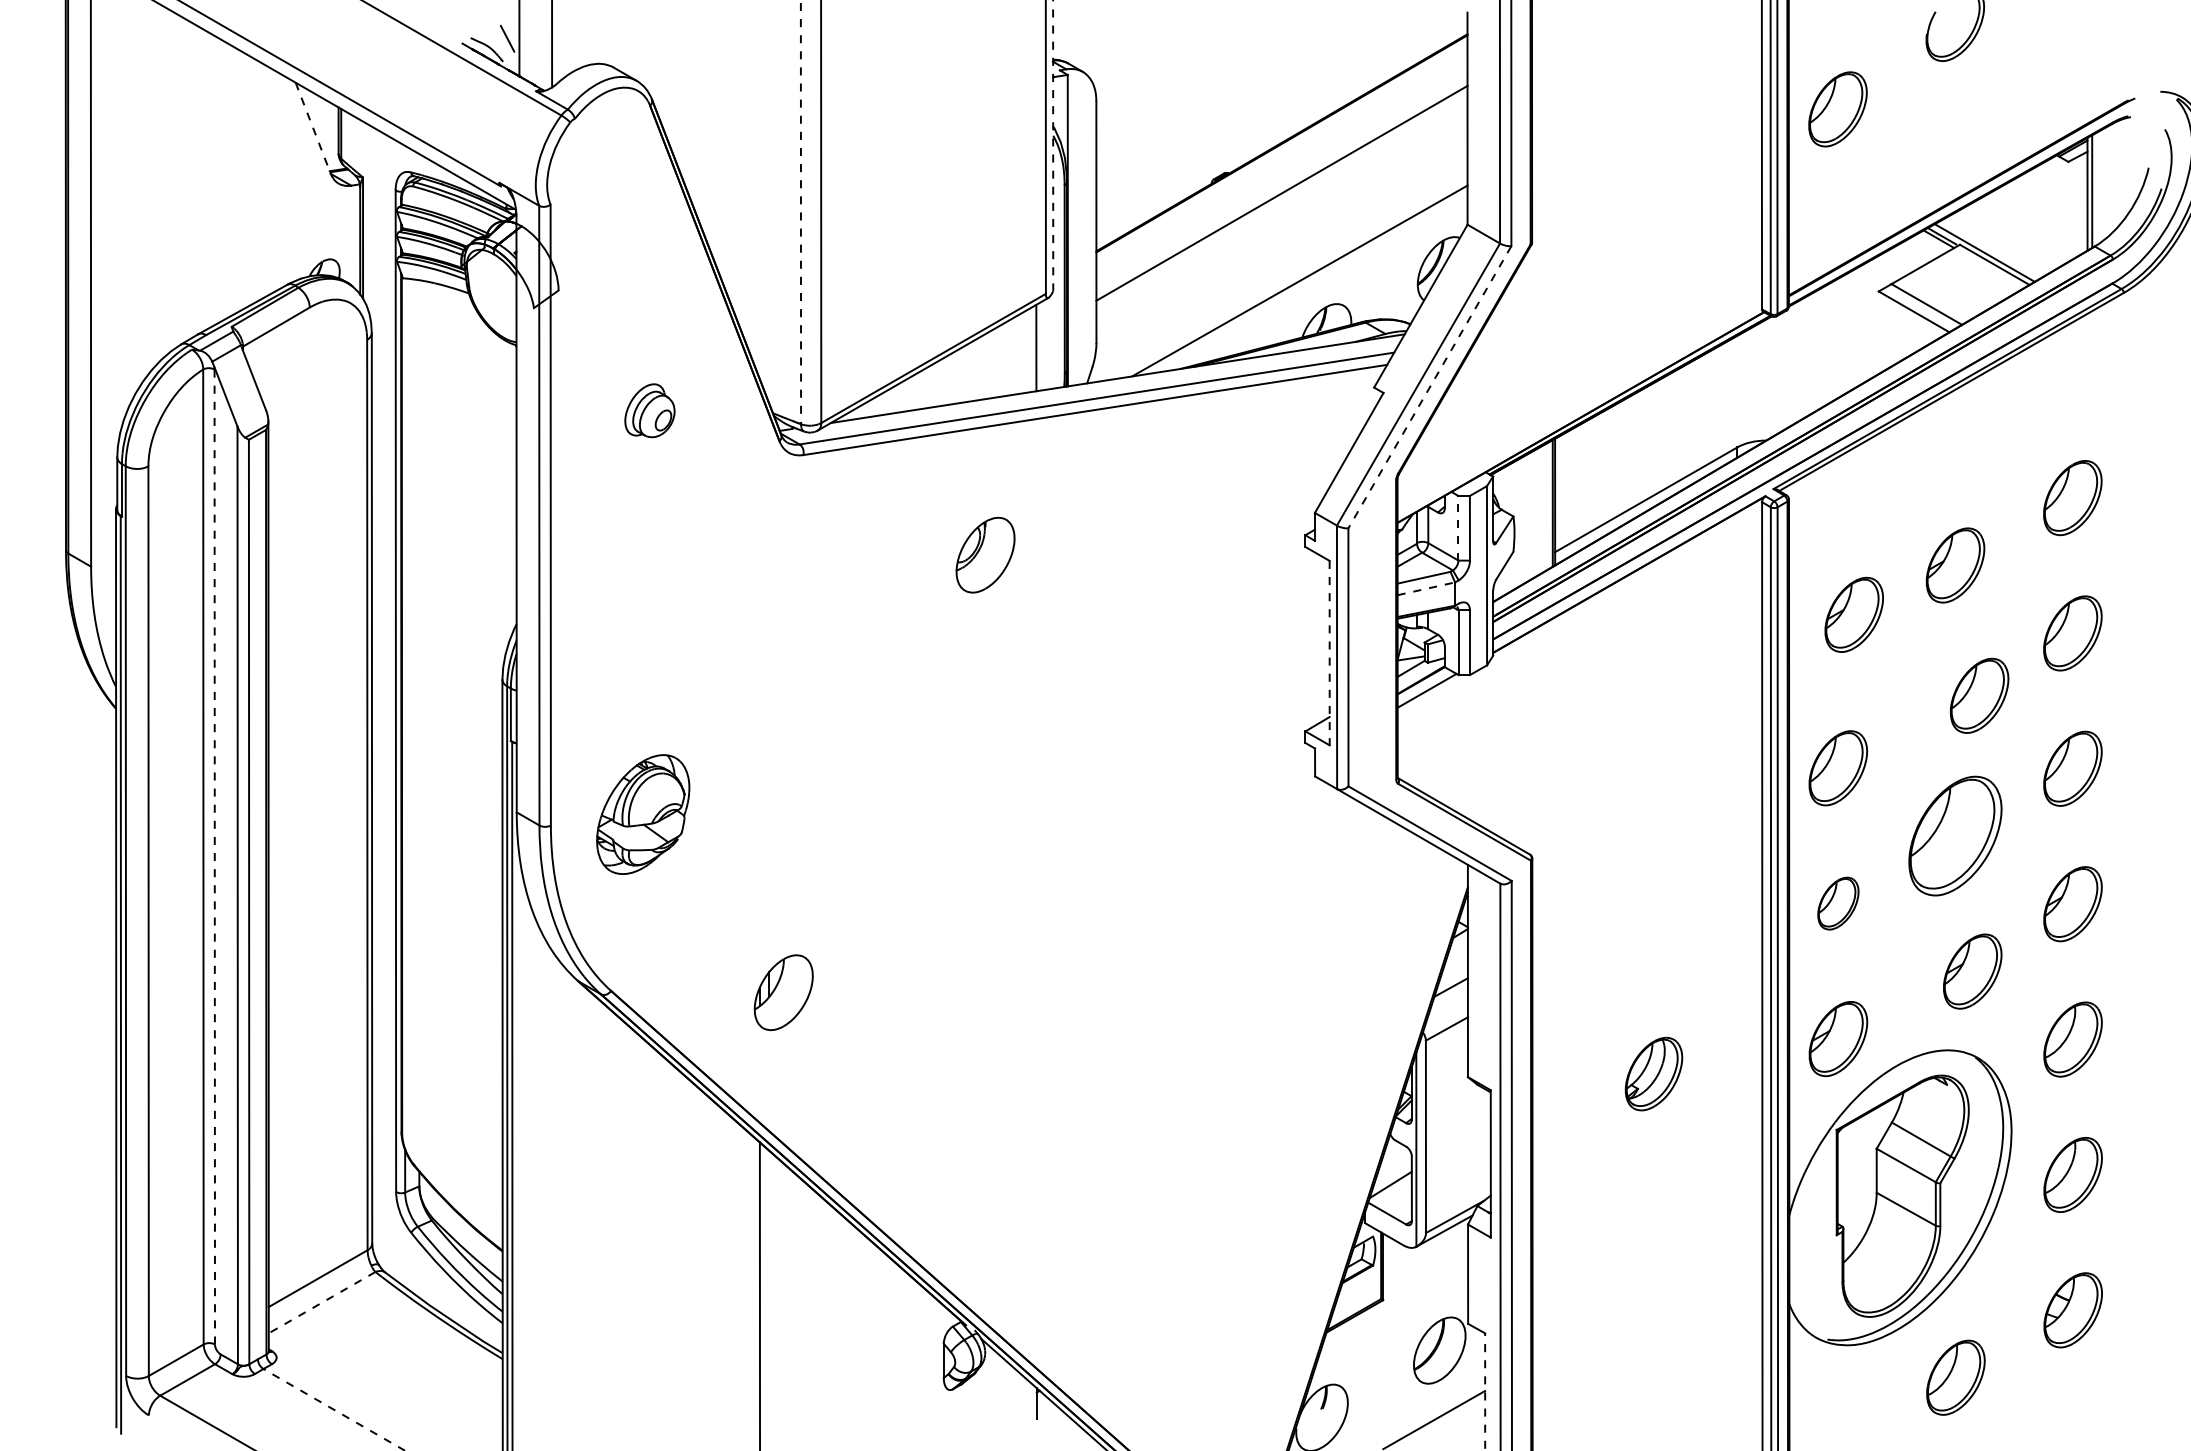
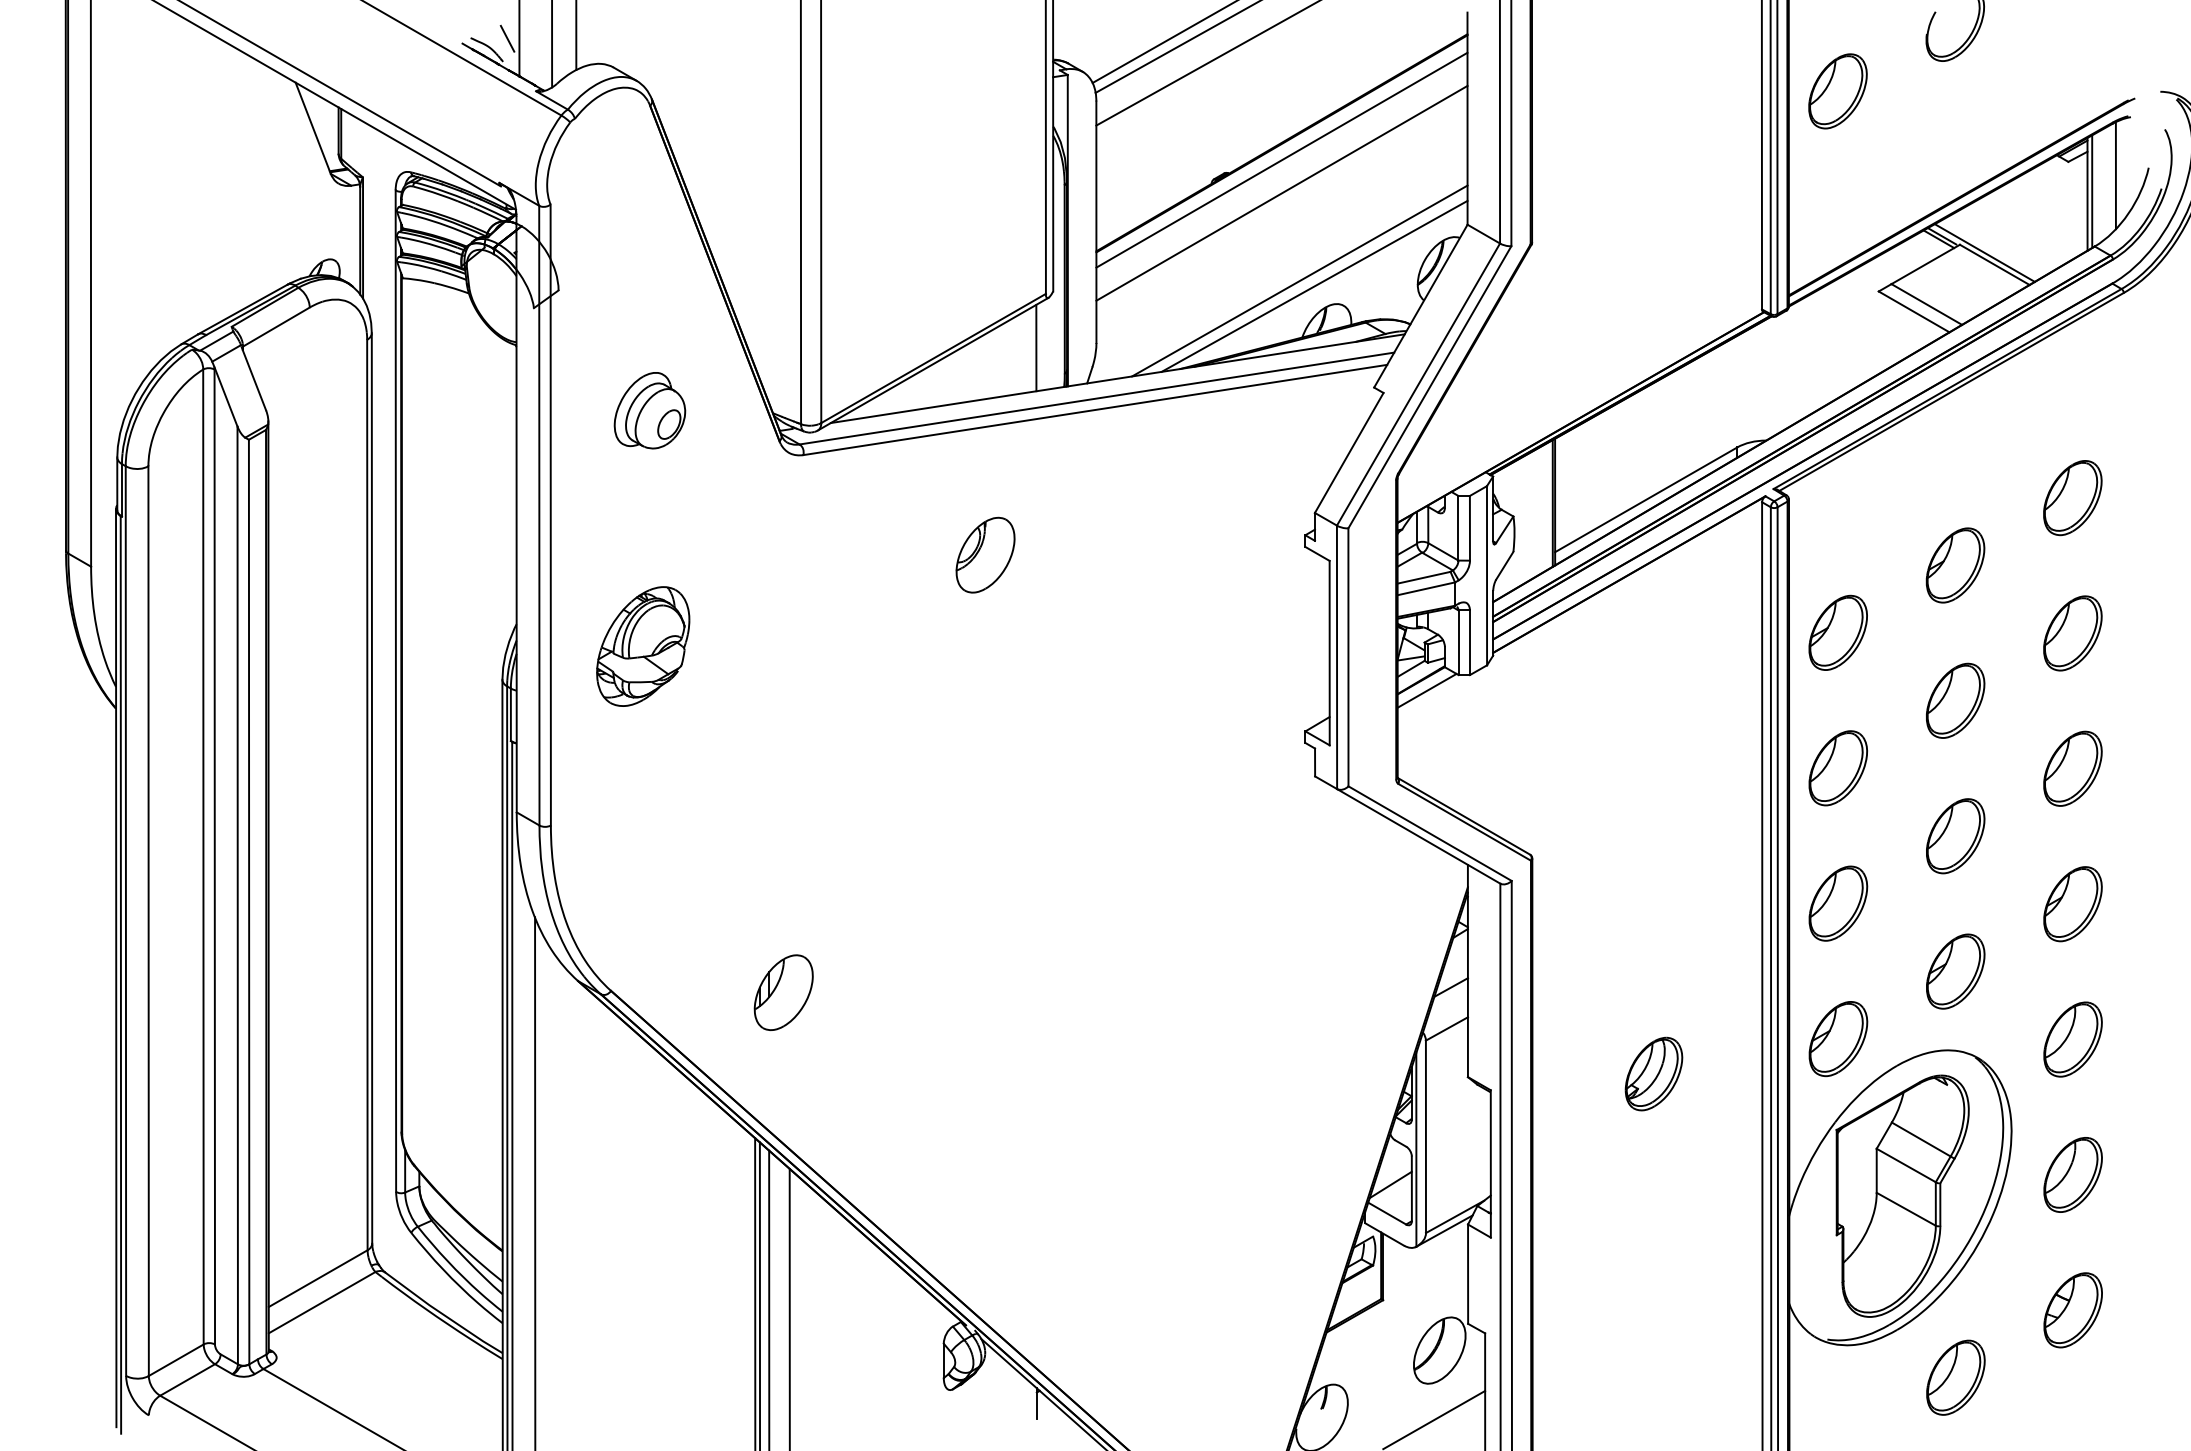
line at (576, 36): none -> present
line at (1163, 42): none -> present
line at (1176, 47): none -> present
line at (1206, 63): none -> present
part at (1837, 109) position: (1837, 109) -> (1837, 91)
line at (313, 128): dashed -> solid
line at (1053, 145): dashed -> solid
line at (1281, 159): none -> present
line at (2115, 175): none -> present
line at (800, 212): dashed -> solid
line at (1314, 285): none -> present
line at (1429, 387): dashed -> solid
part at (649, 410) size: 52x56 px -> 74x78 px
line at (1458, 527): dashed -> solid
line at (1426, 588): dashed -> solid
part at (1853, 614) position: (1853, 614) -> (1837, 632)
line at (1329, 653): dashed -> solid
part at (1979, 695) position: (1979, 695) -> (1955, 700)
part at (643, 814) position: (643, 814) -> (643, 646)
part at (1955, 835) size: 95x122 px -> 60x77 px
line at (214, 857): dashed -> solid
part at (1838, 903) size: 43x55 px -> 61x77 px
part at (1972, 971) position: (1972, 971) -> (1955, 971)
line at (535, 1182): none -> present
line at (755, 1292): none -> present
line at (769, 1298): none -> present
line at (321, 1302): dashed -> solid
line at (789, 1307): none -> present
line at (1485, 1392): dashed -> solid
line at (334, 1409): dashed -> solid
